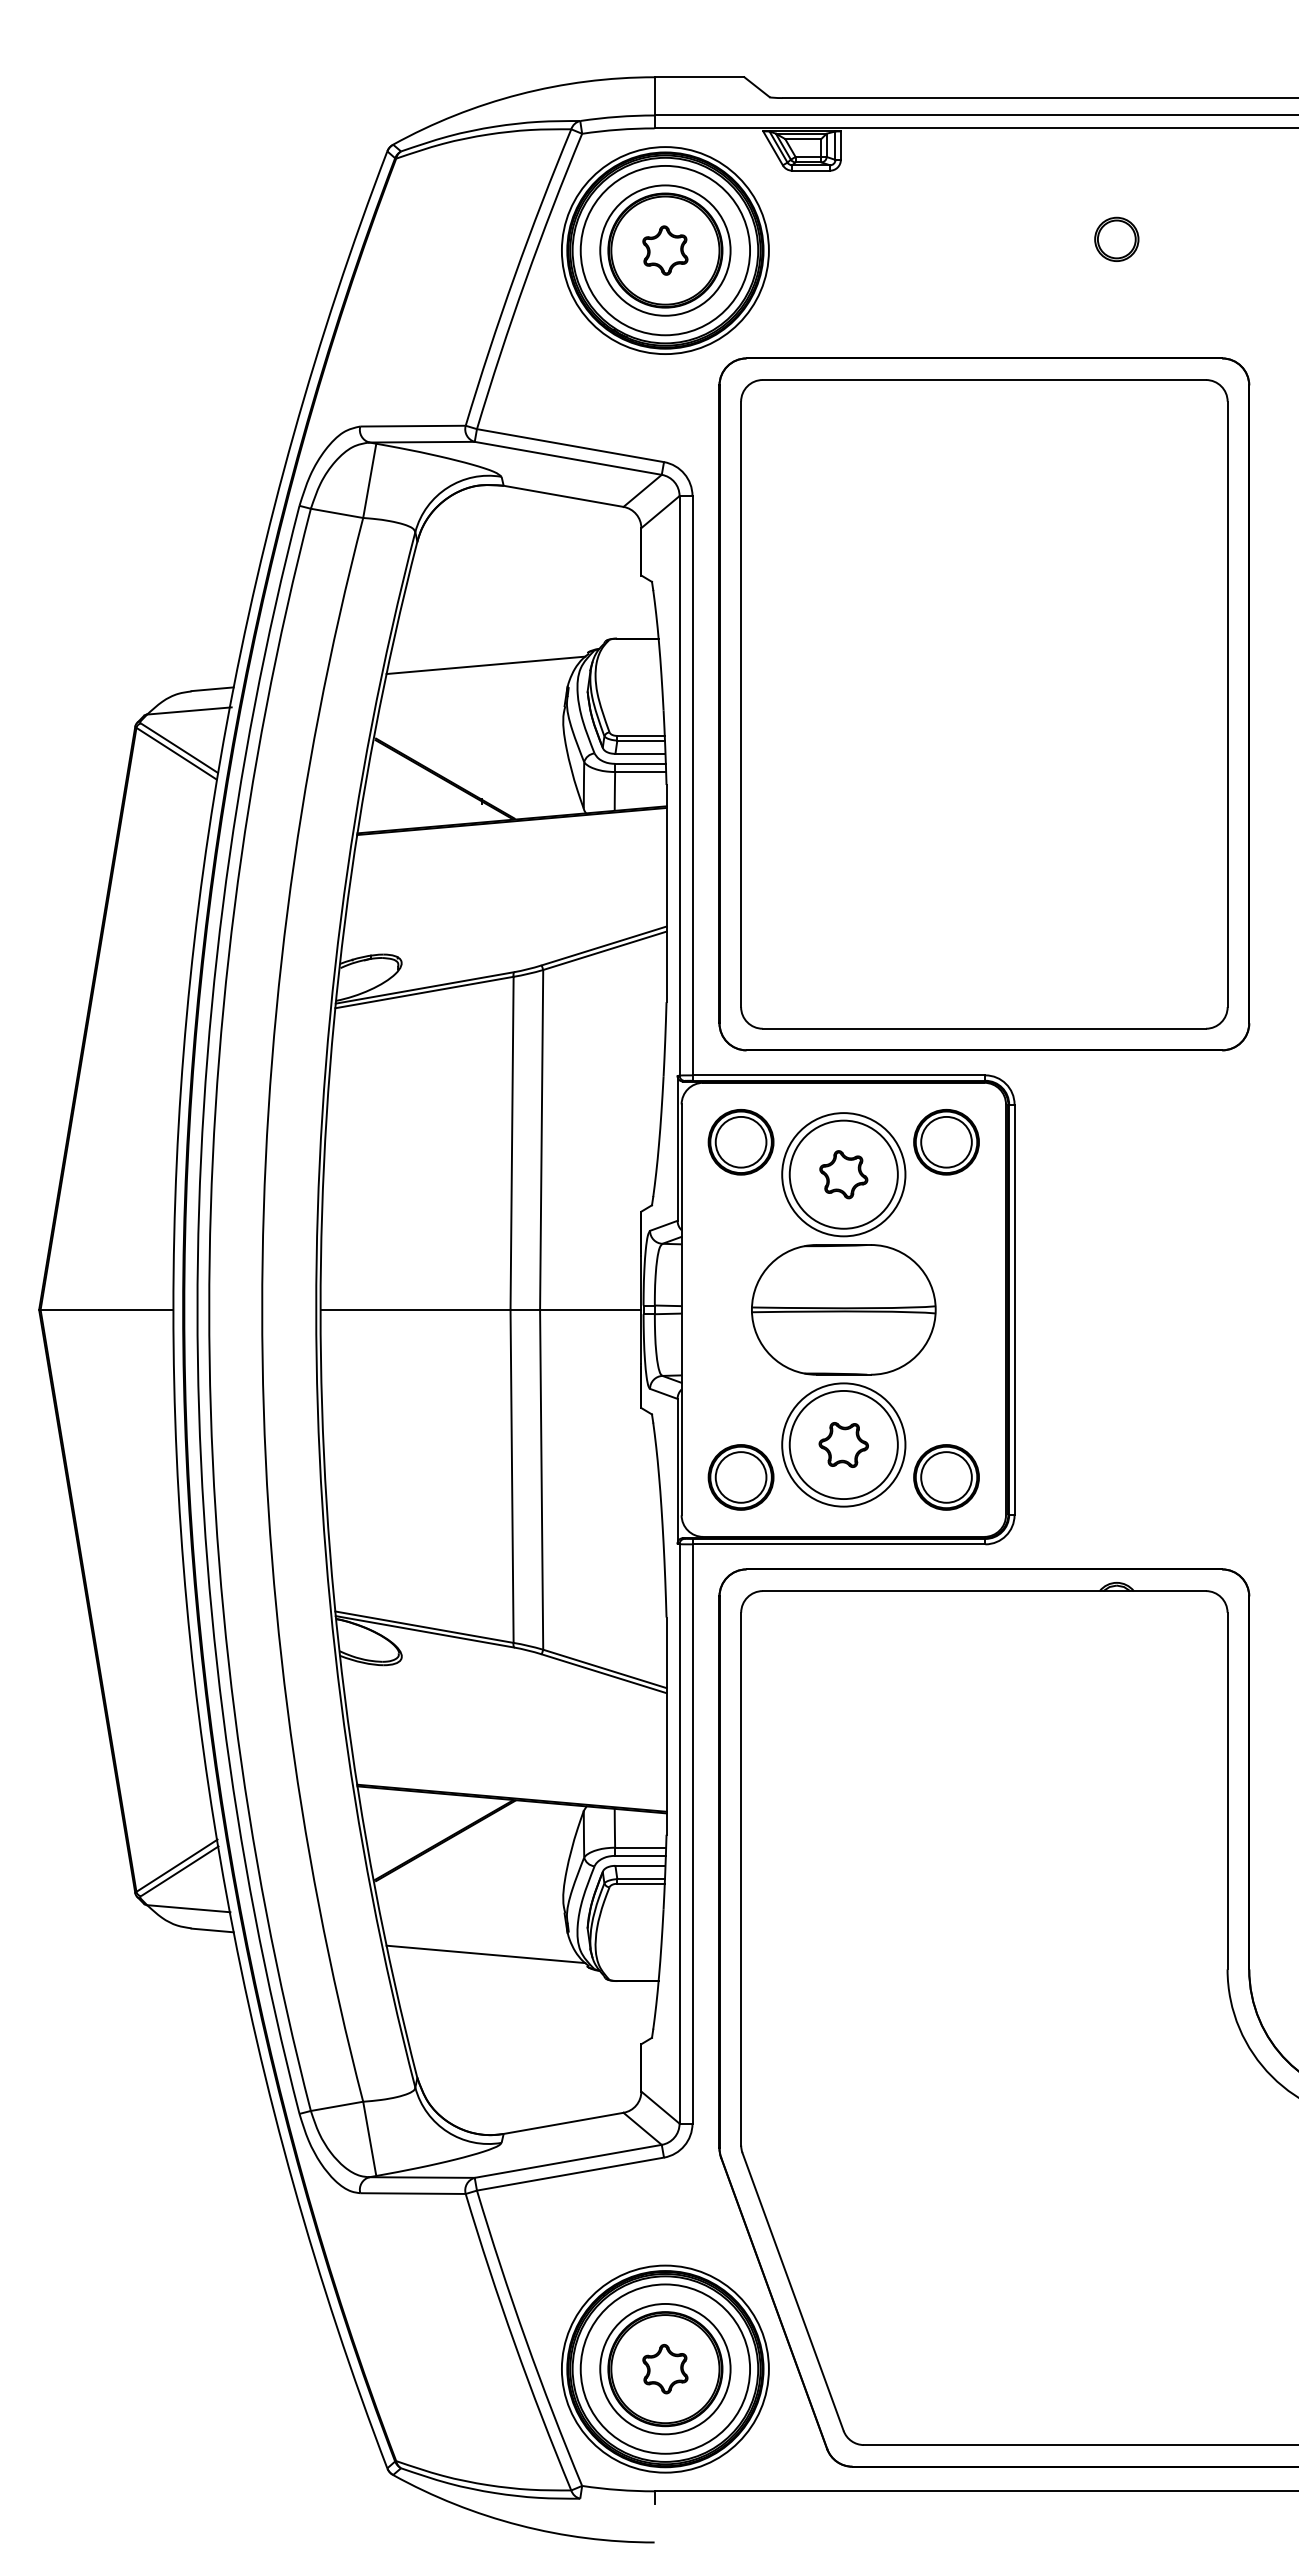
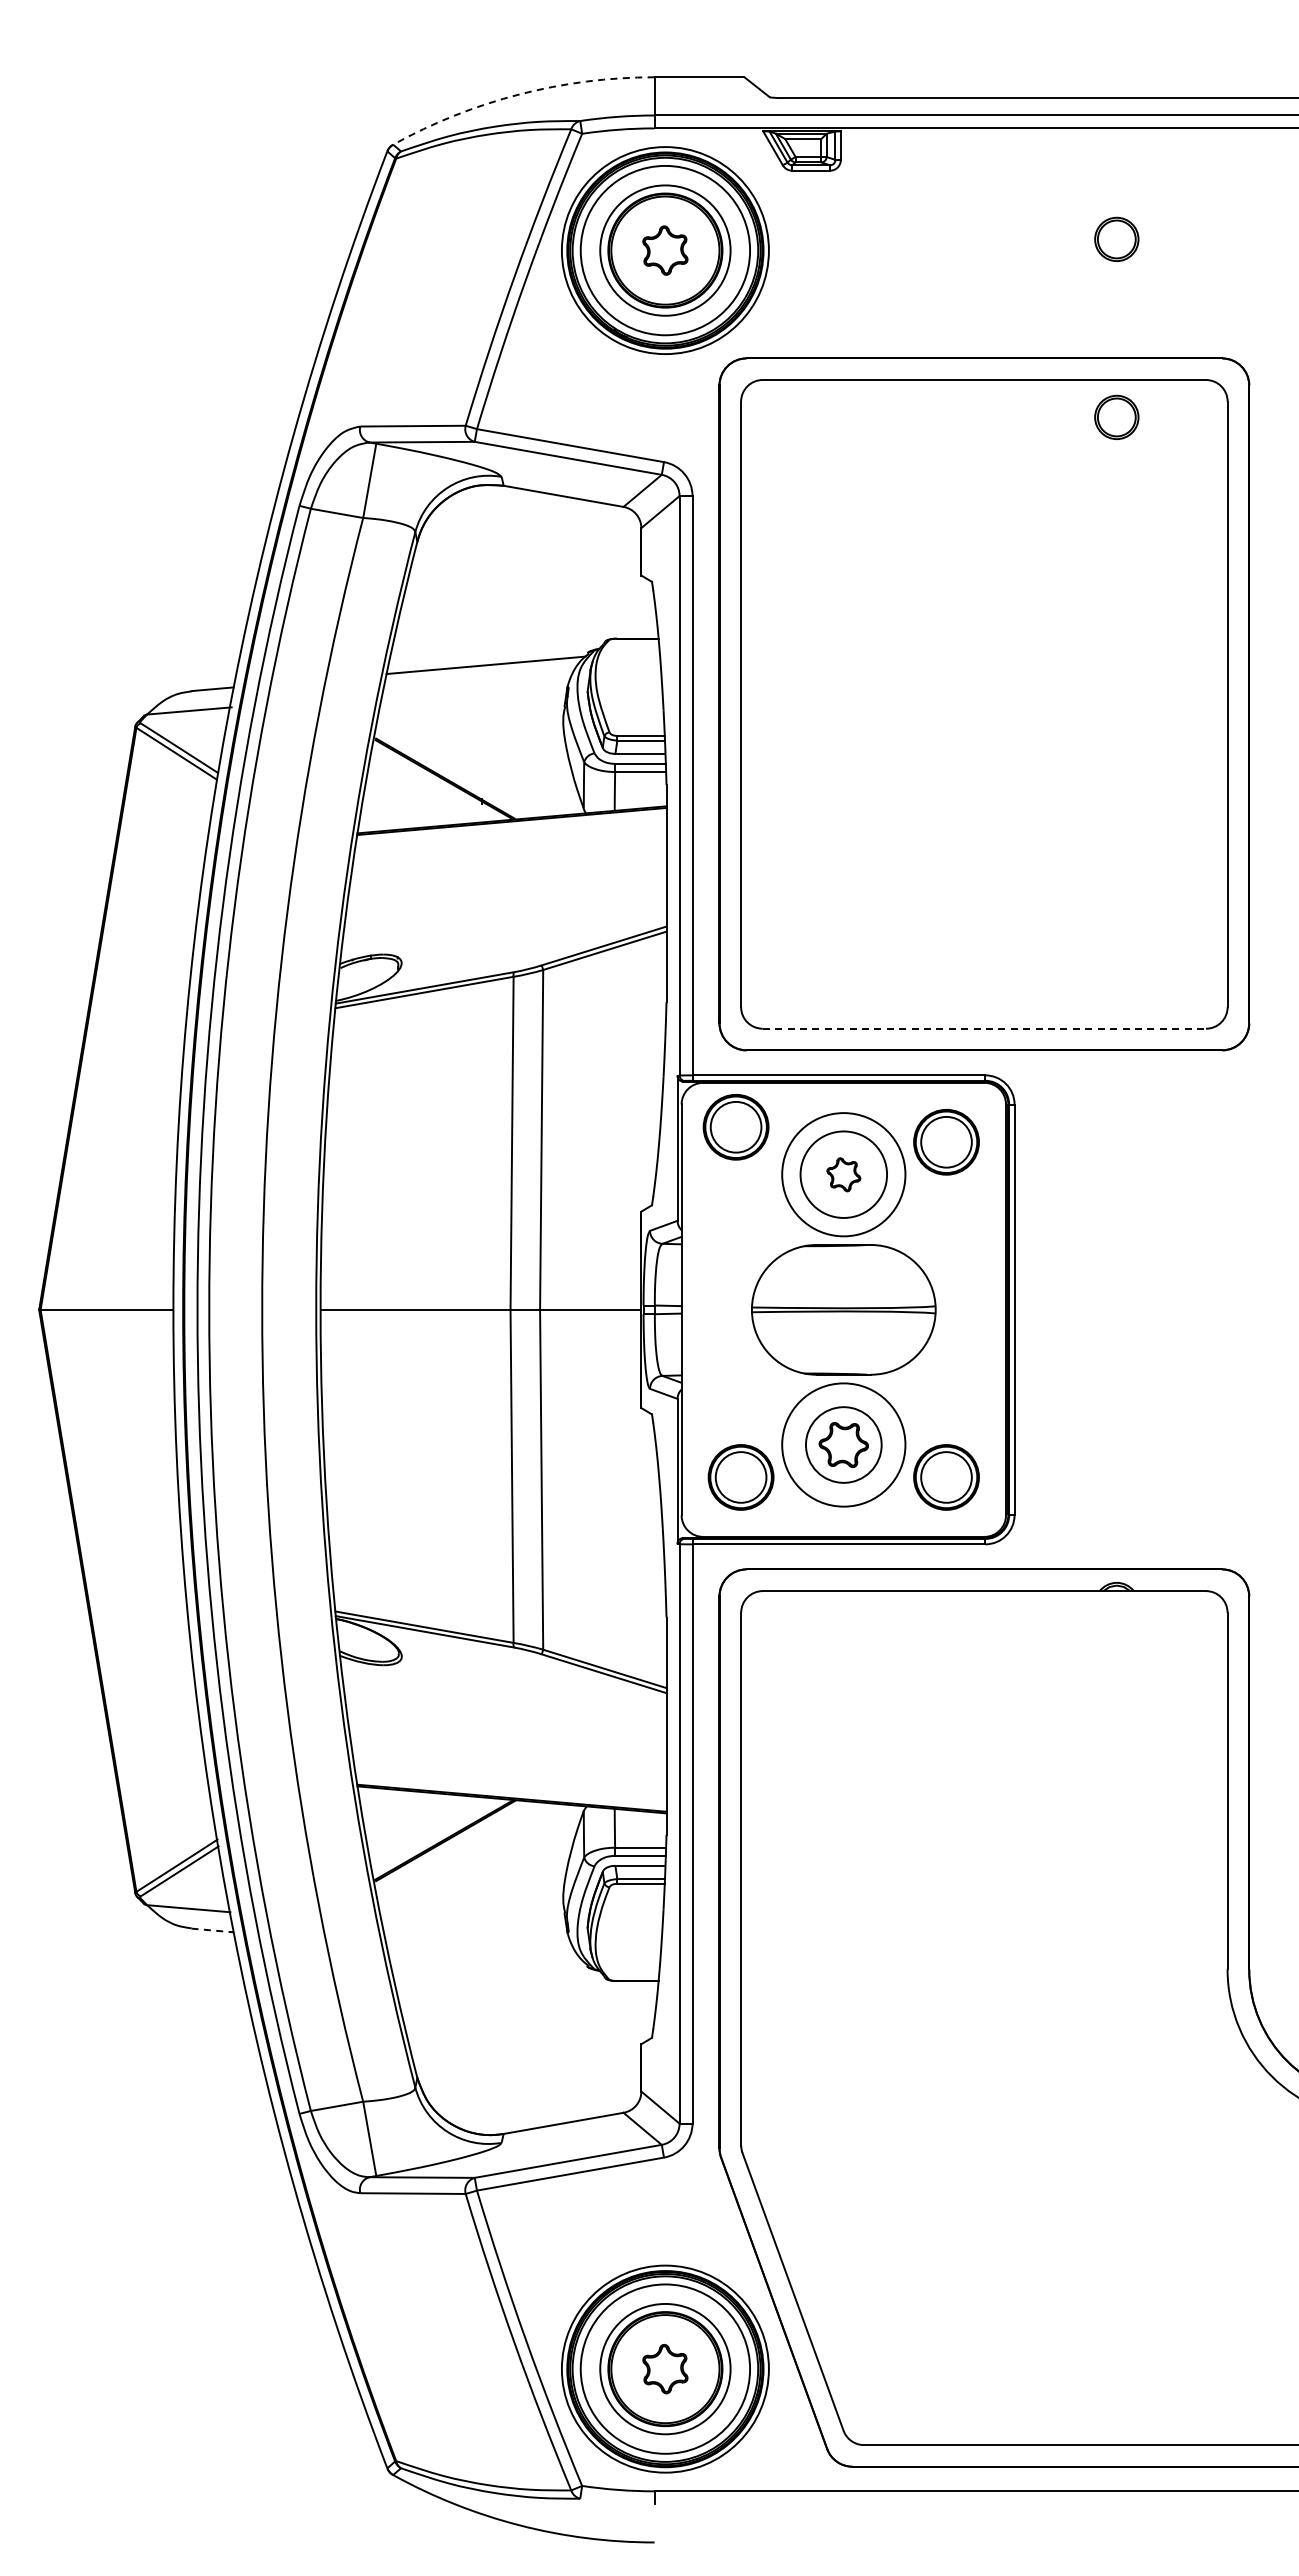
arc at (519, 94): solid -> dashed
part at (1116, 416): none -> present
line at (984, 1028): solid -> dashed
part at (740, 1142) position: (740, 1142) -> (735, 1127)
circle at (843, 1174) diameter: 108 px -> 86 px
part at (843, 1174) size: 50x50 px -> 36x36 px
circle at (843, 1444) diameter: 108 px -> 76 px
line at (213, 1930): solid -> dashed
line at (485, 1954): present -> none
